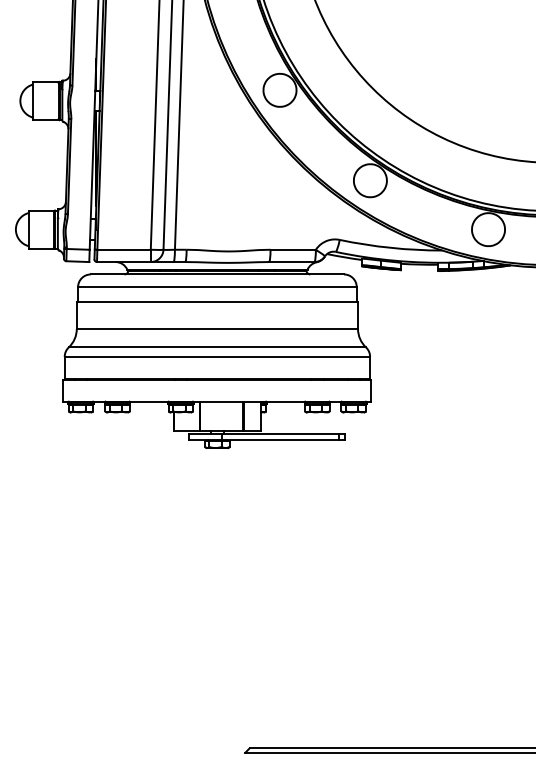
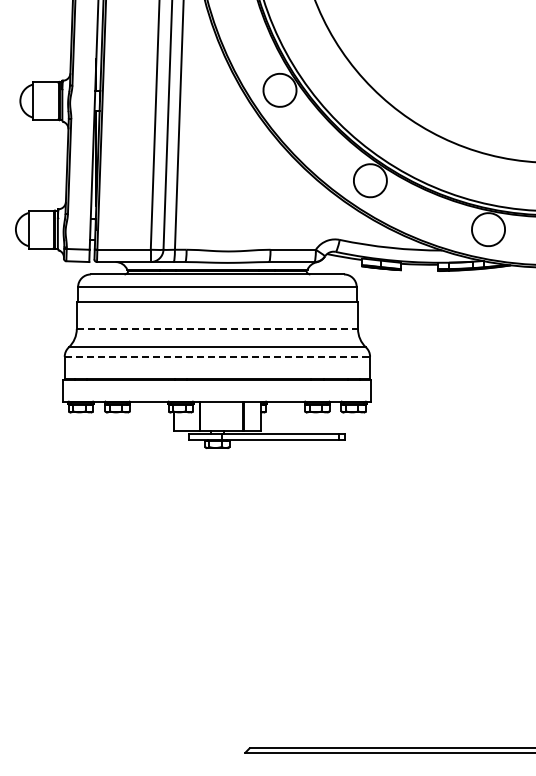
line at (217, 328): solid -> dashed
line at (217, 356): solid -> dashed
